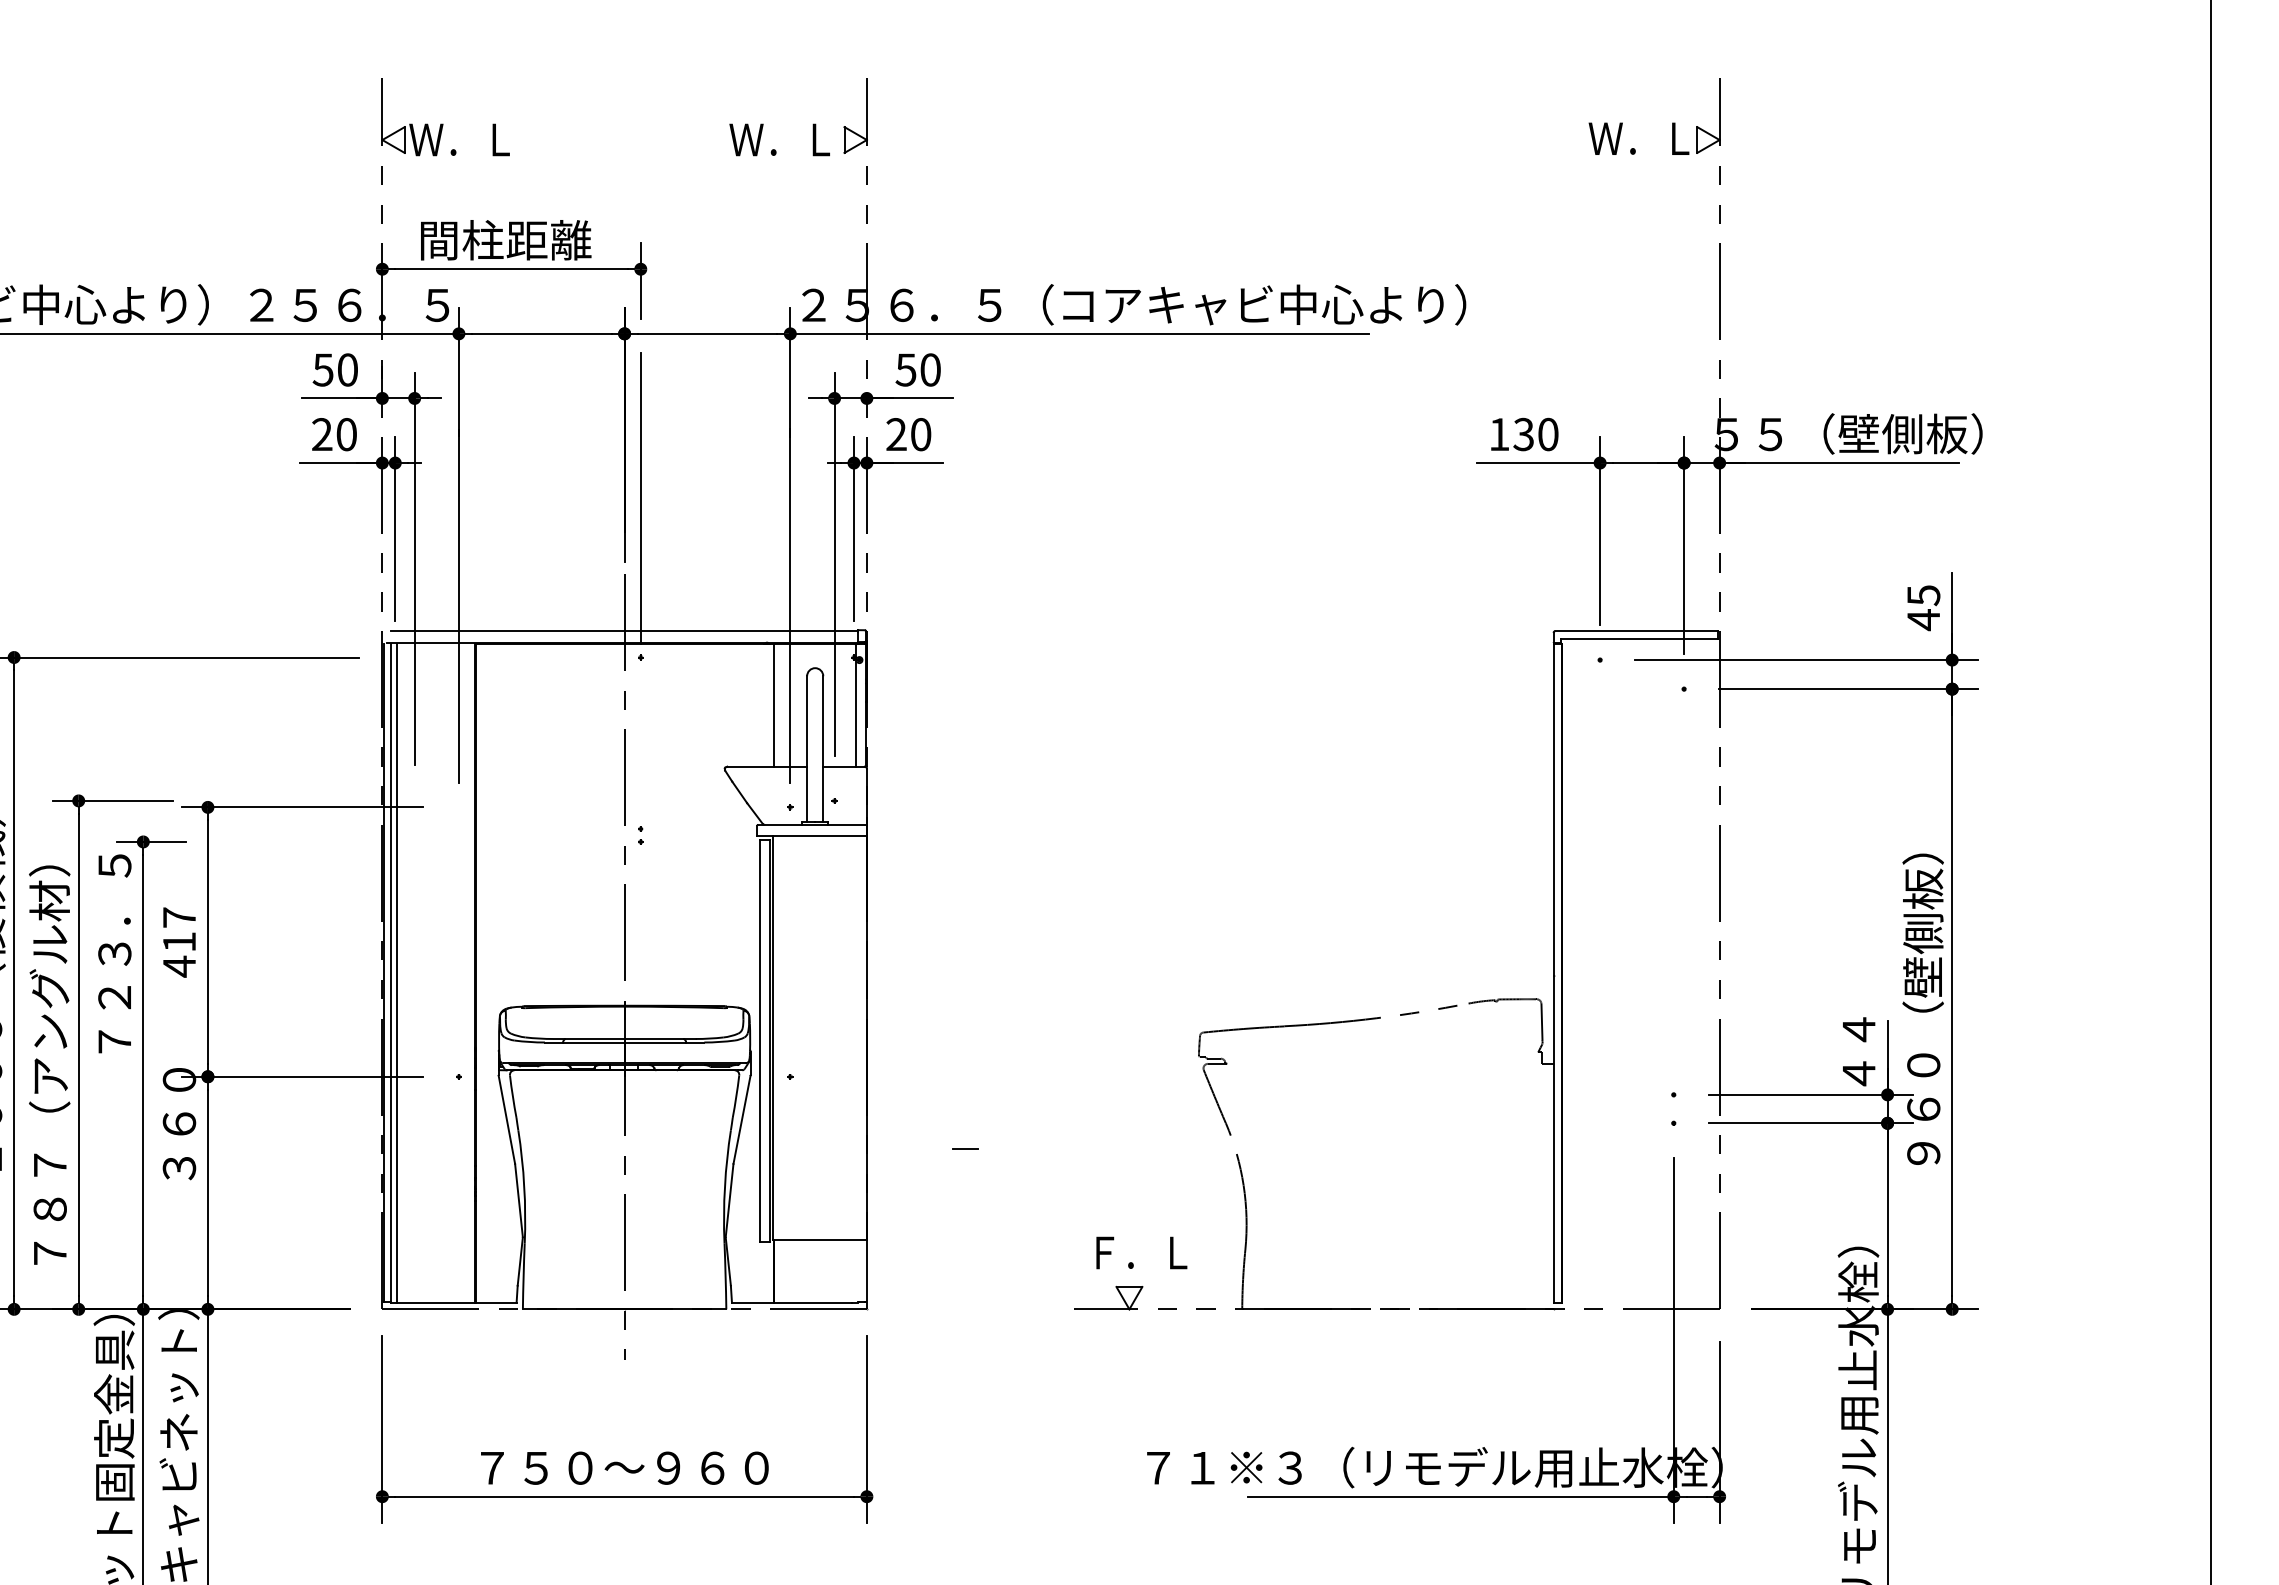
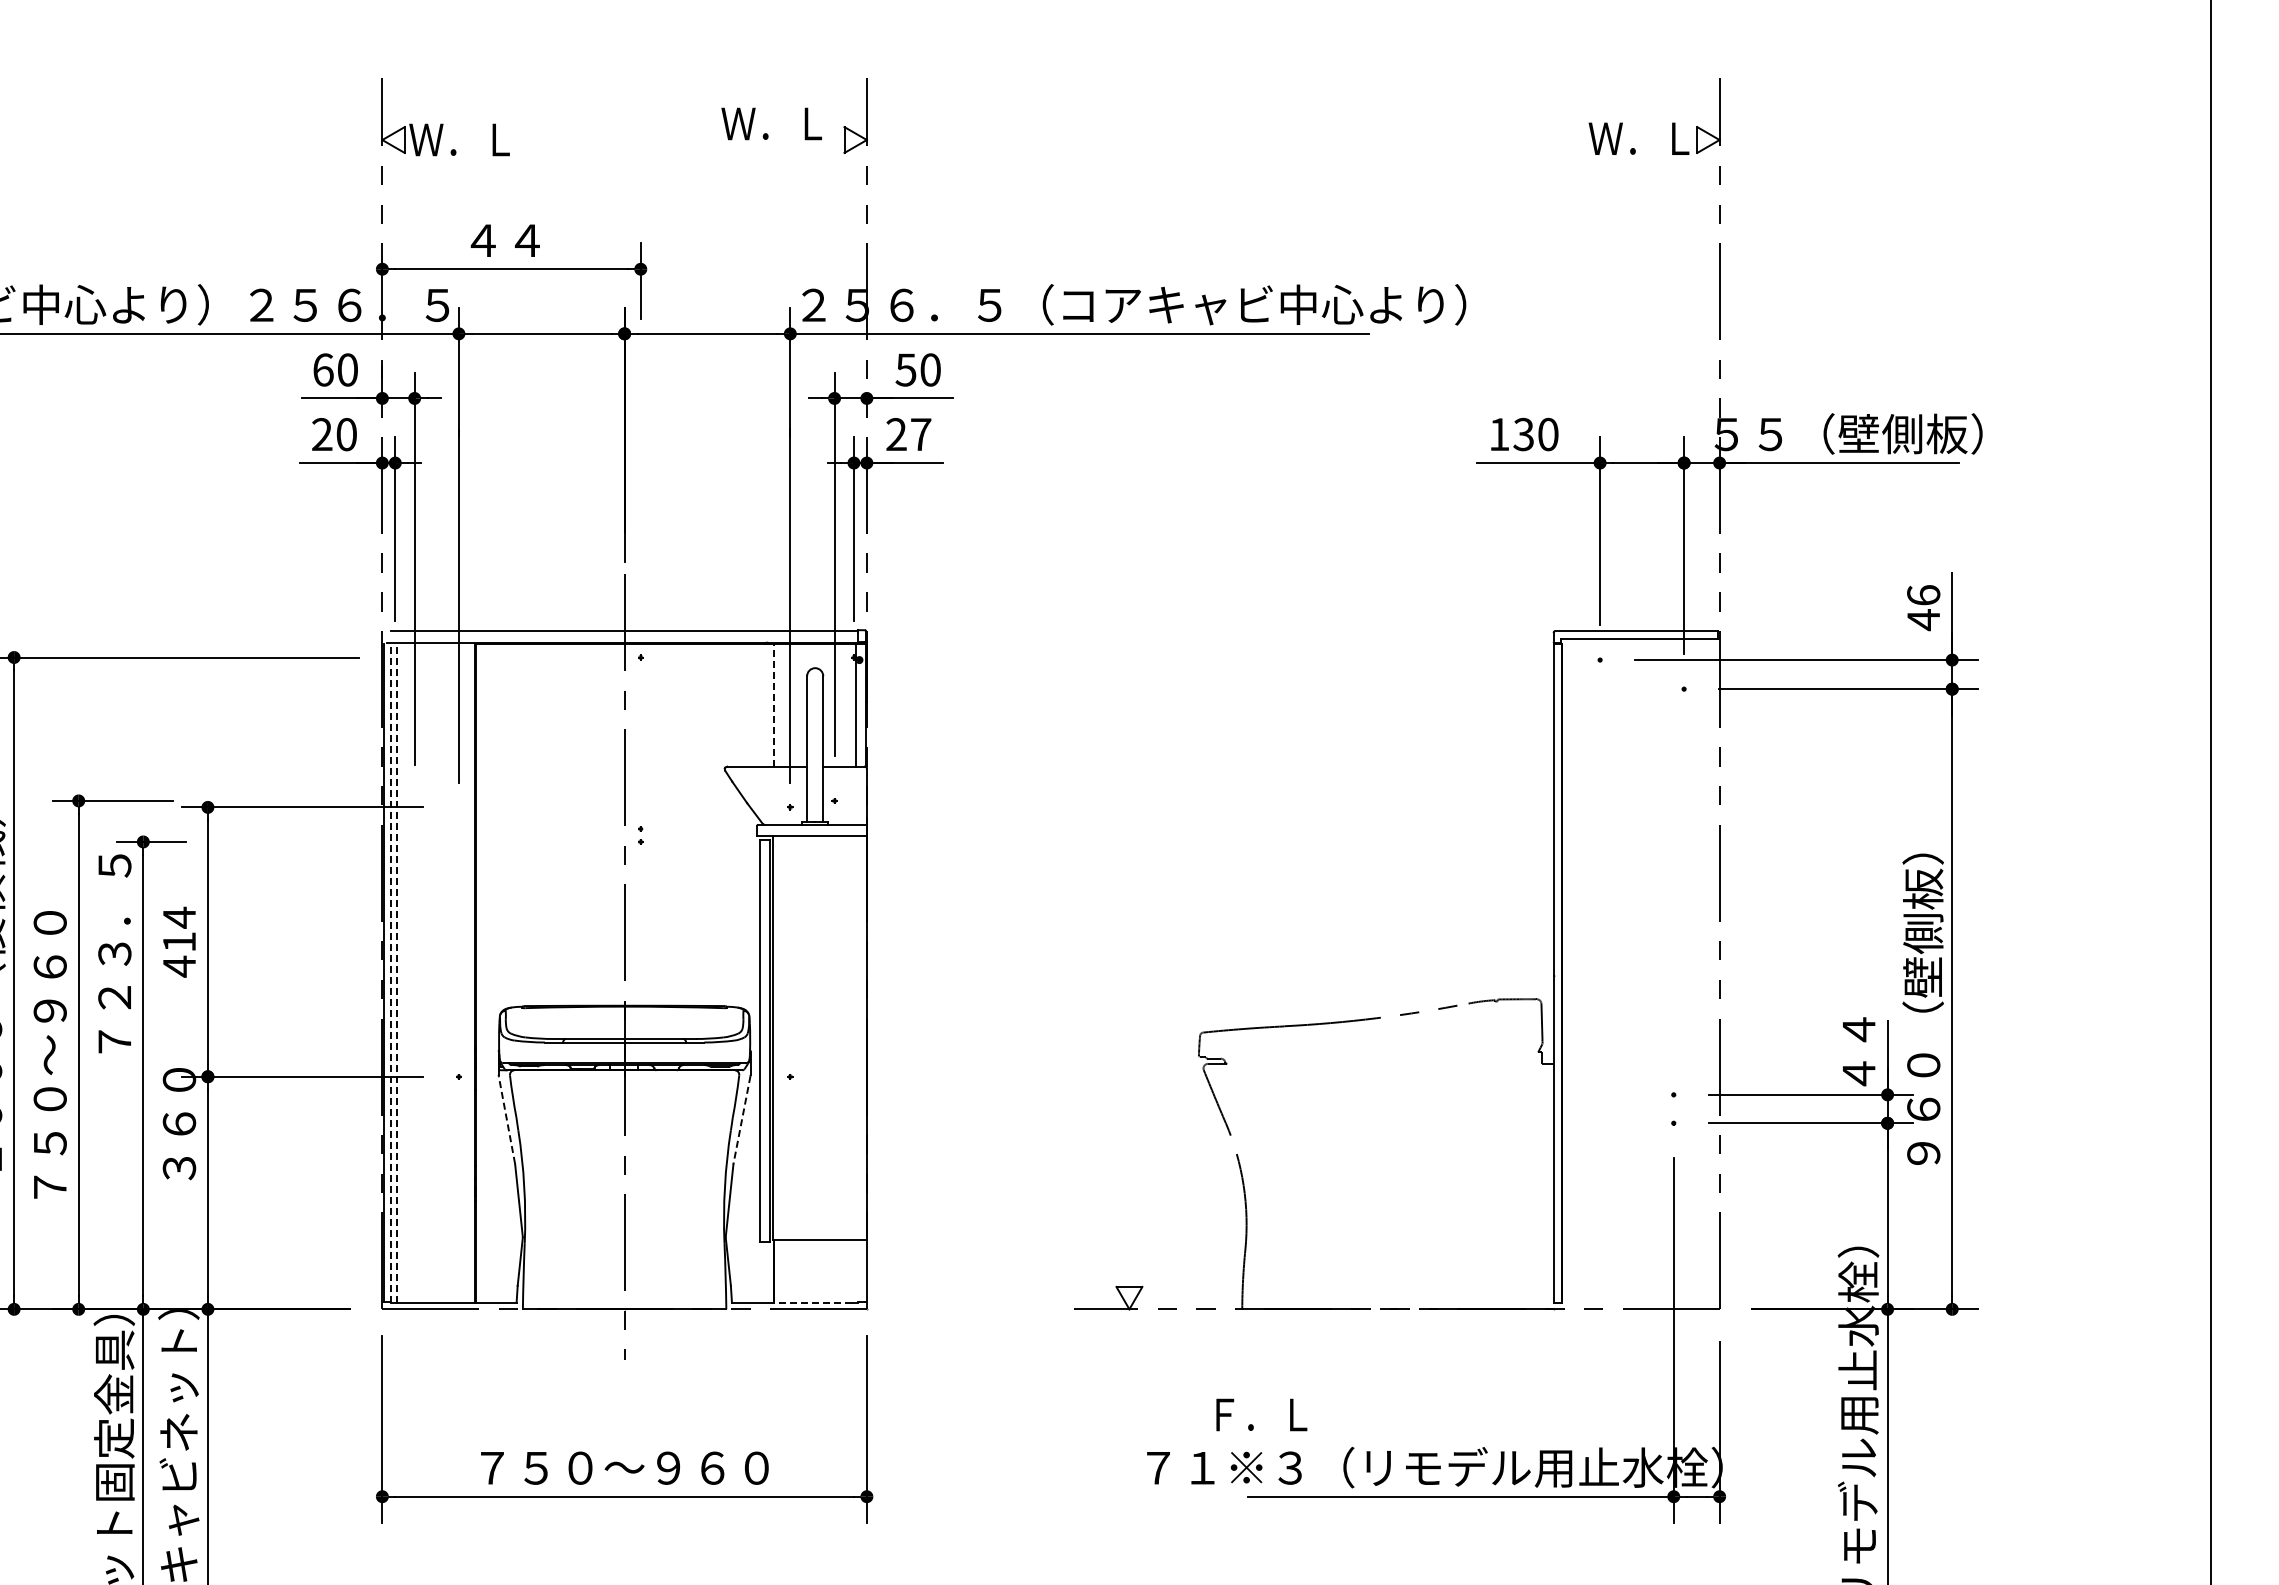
text at (779, 139) position: (779, 139) -> (771, 123)
text at (506, 240): 間柱距離 -> ４４
text at (322, 369): 50 -> 60
text at (921, 434): 20 -> 27
line at (640, 497): present -> none
text at (1923, 595): 45 -> 46
line at (774, 704): solid -> dashed
text at (179, 917): 417 -> 414
line at (391, 972): solid -> dashed
line at (397, 972): solid -> dashed
text at (49, 1064): ７８７（アングル材） -> ７５０～９６０
line at (506, 1119): solid -> dashed
line at (742, 1119): solid -> dashed
line at (965, 1148): present -> none
text at (1141, 1252) position: (1141, 1252) -> (1261, 1414)
line at (813, 1302): solid -> dashed
